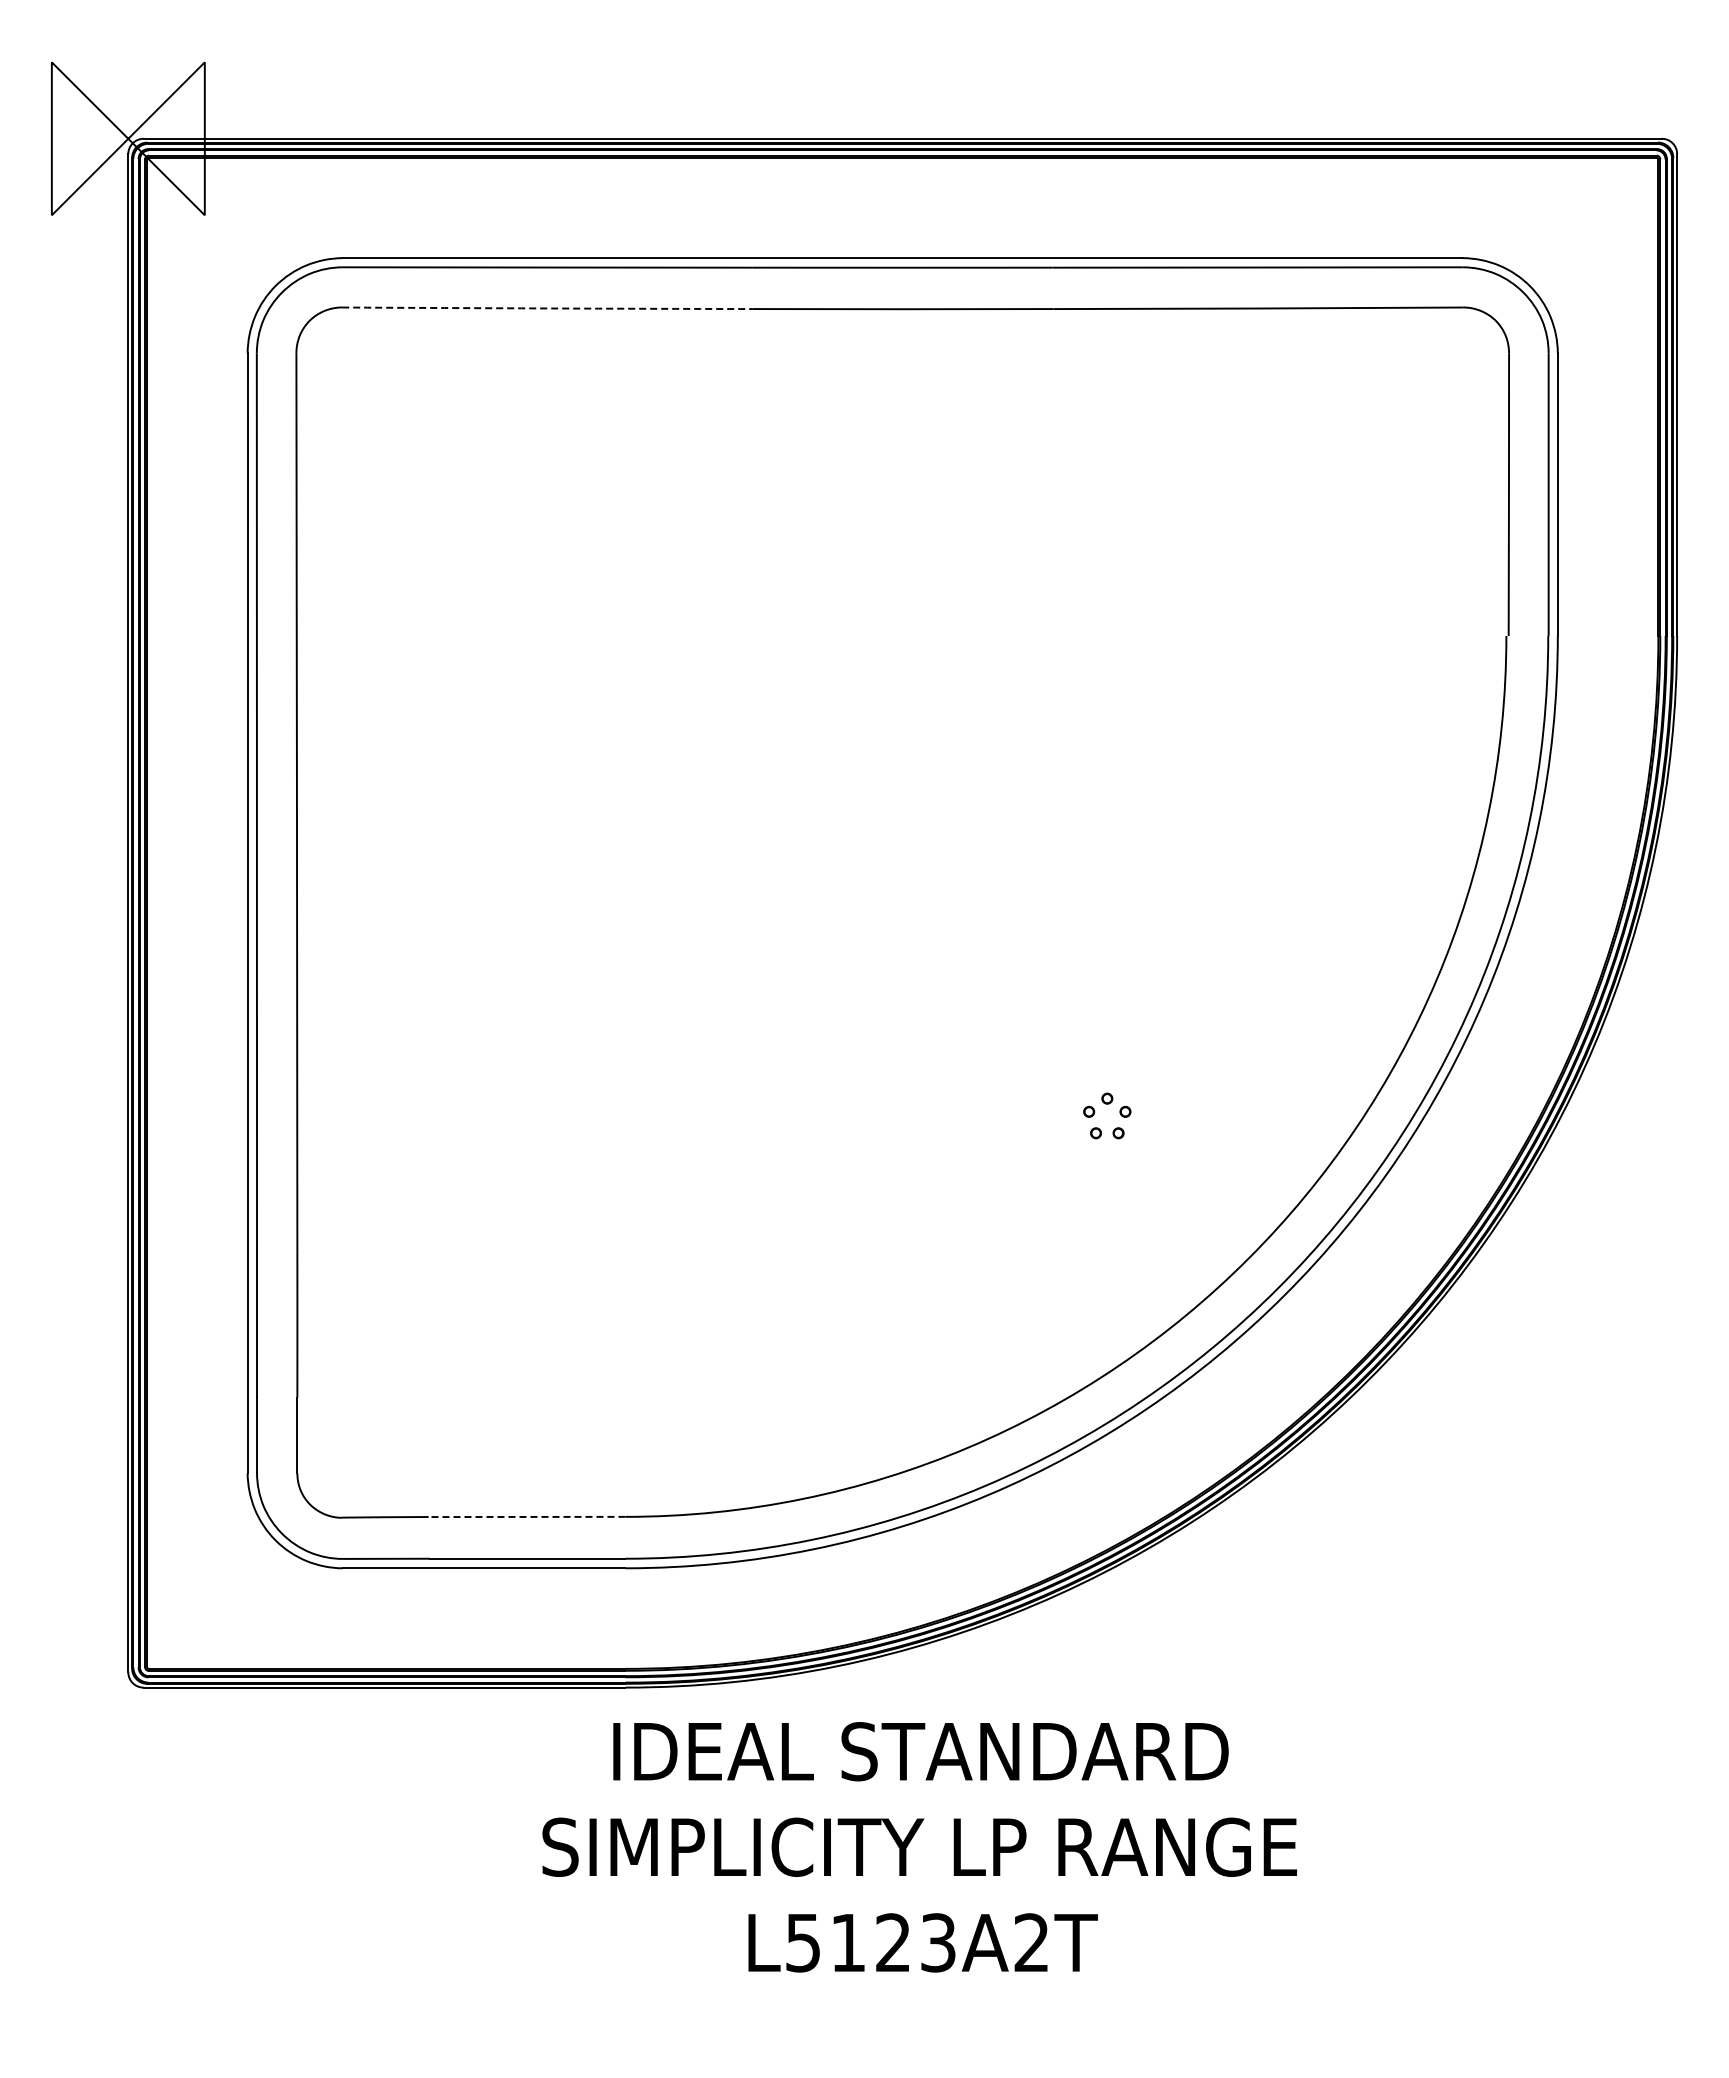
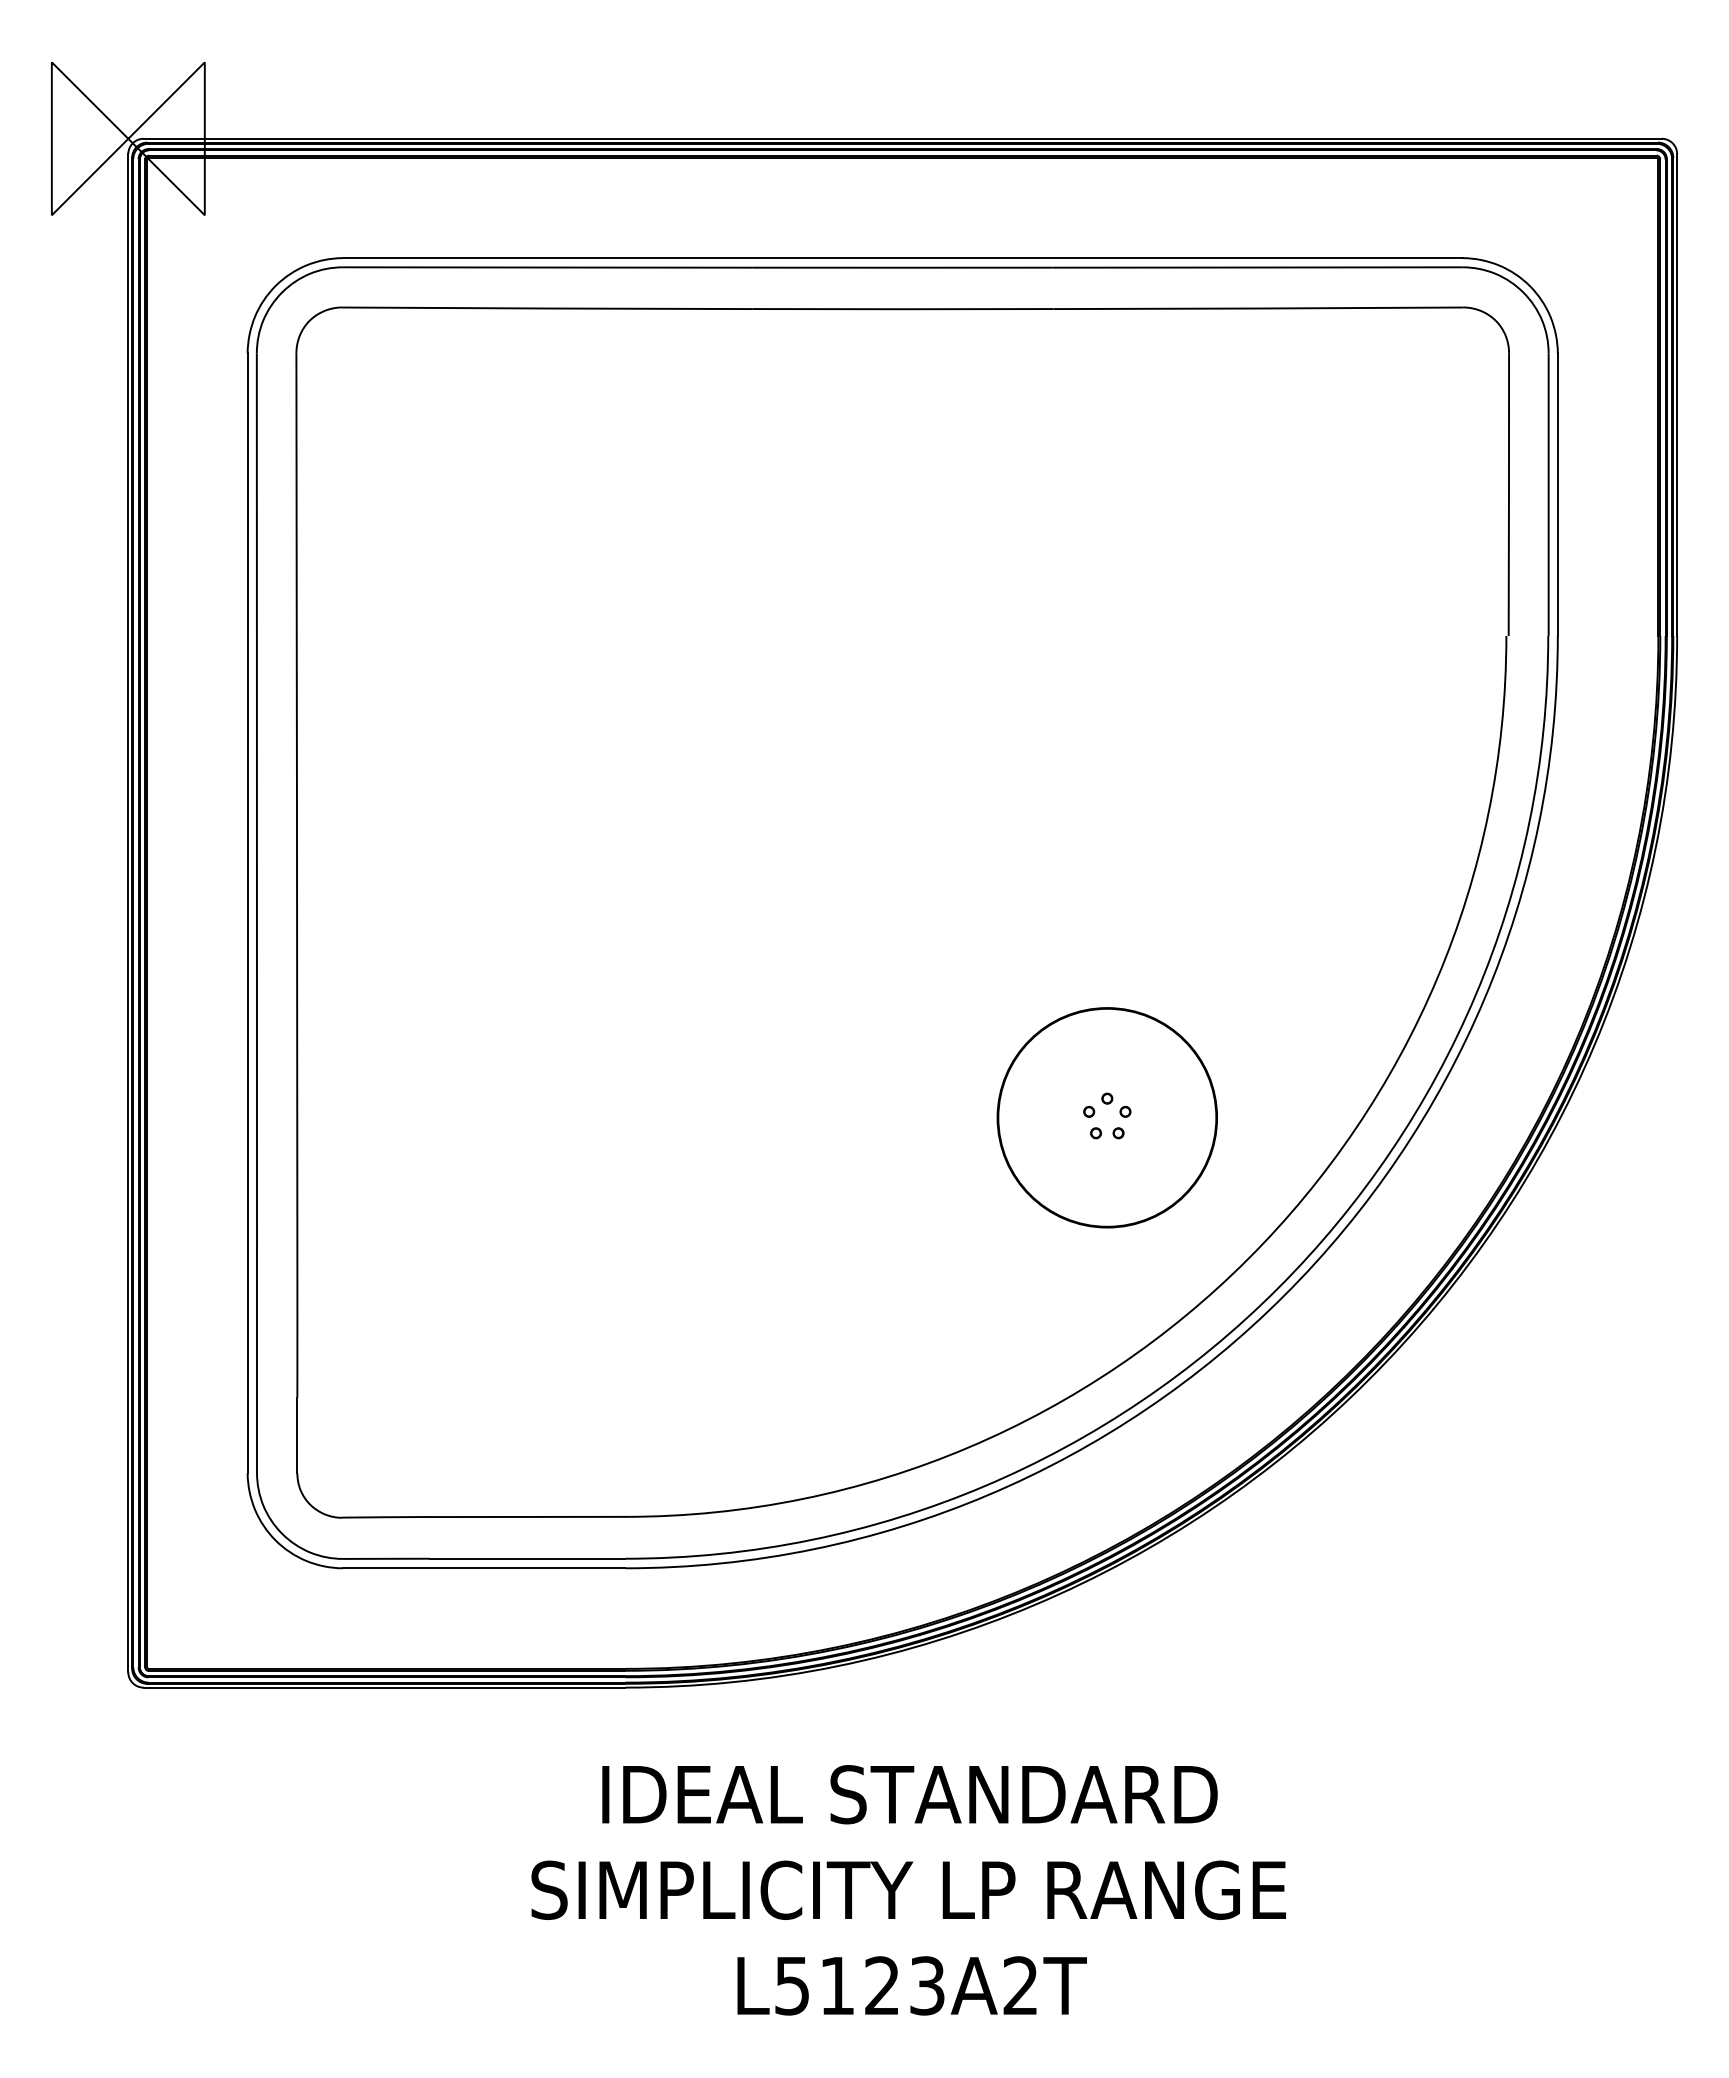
arc at (547, 308): dashed -> solid
circle at (1106, 1117): none -> present
line at (526, 1516): dashed -> solid
text at (919, 1847) position: (919, 1847) -> (908, 1890)
